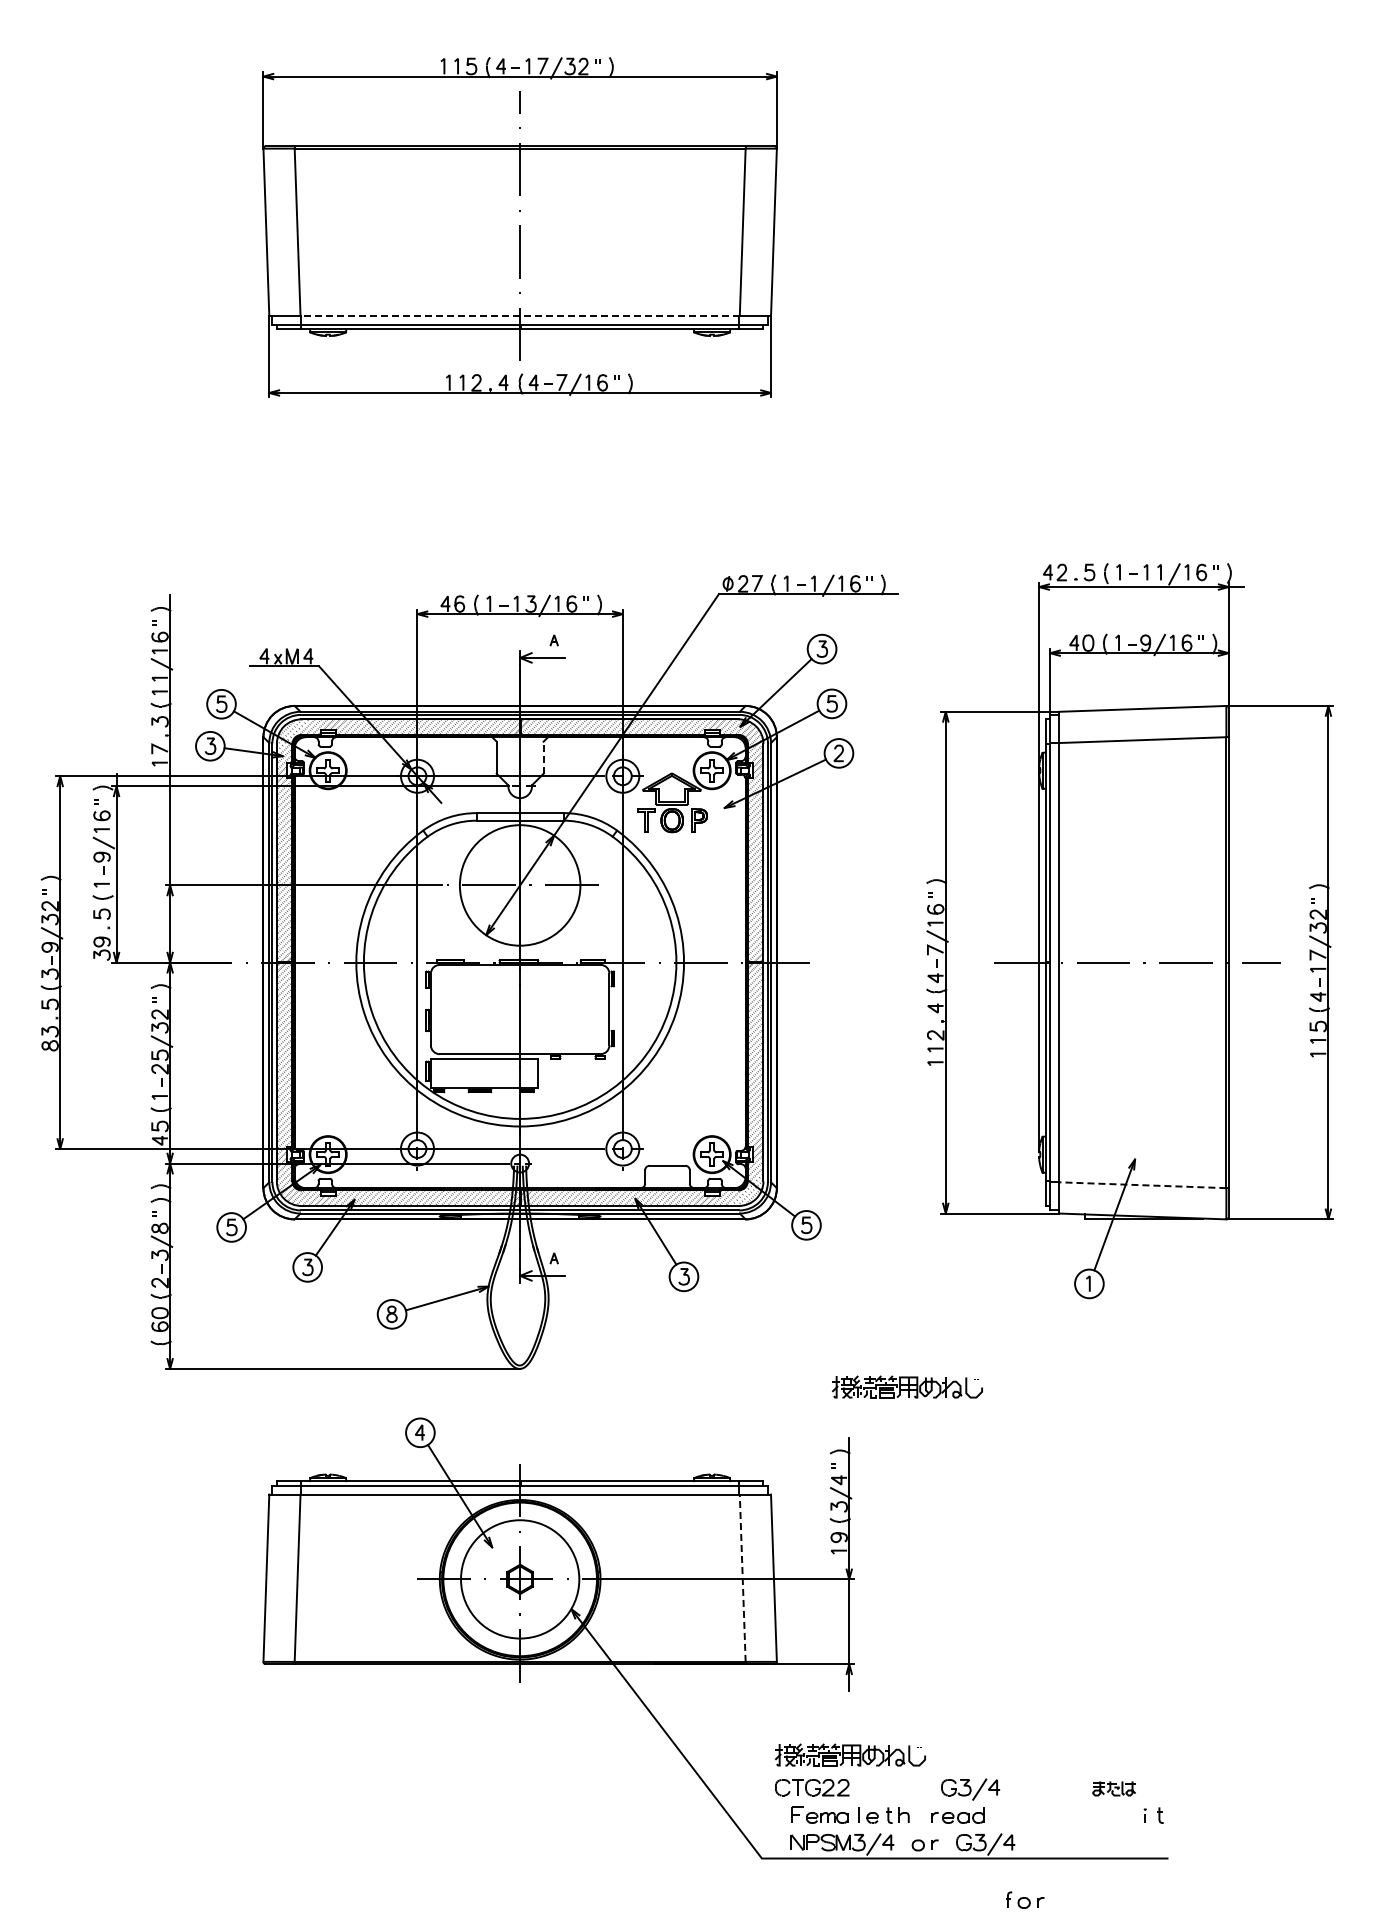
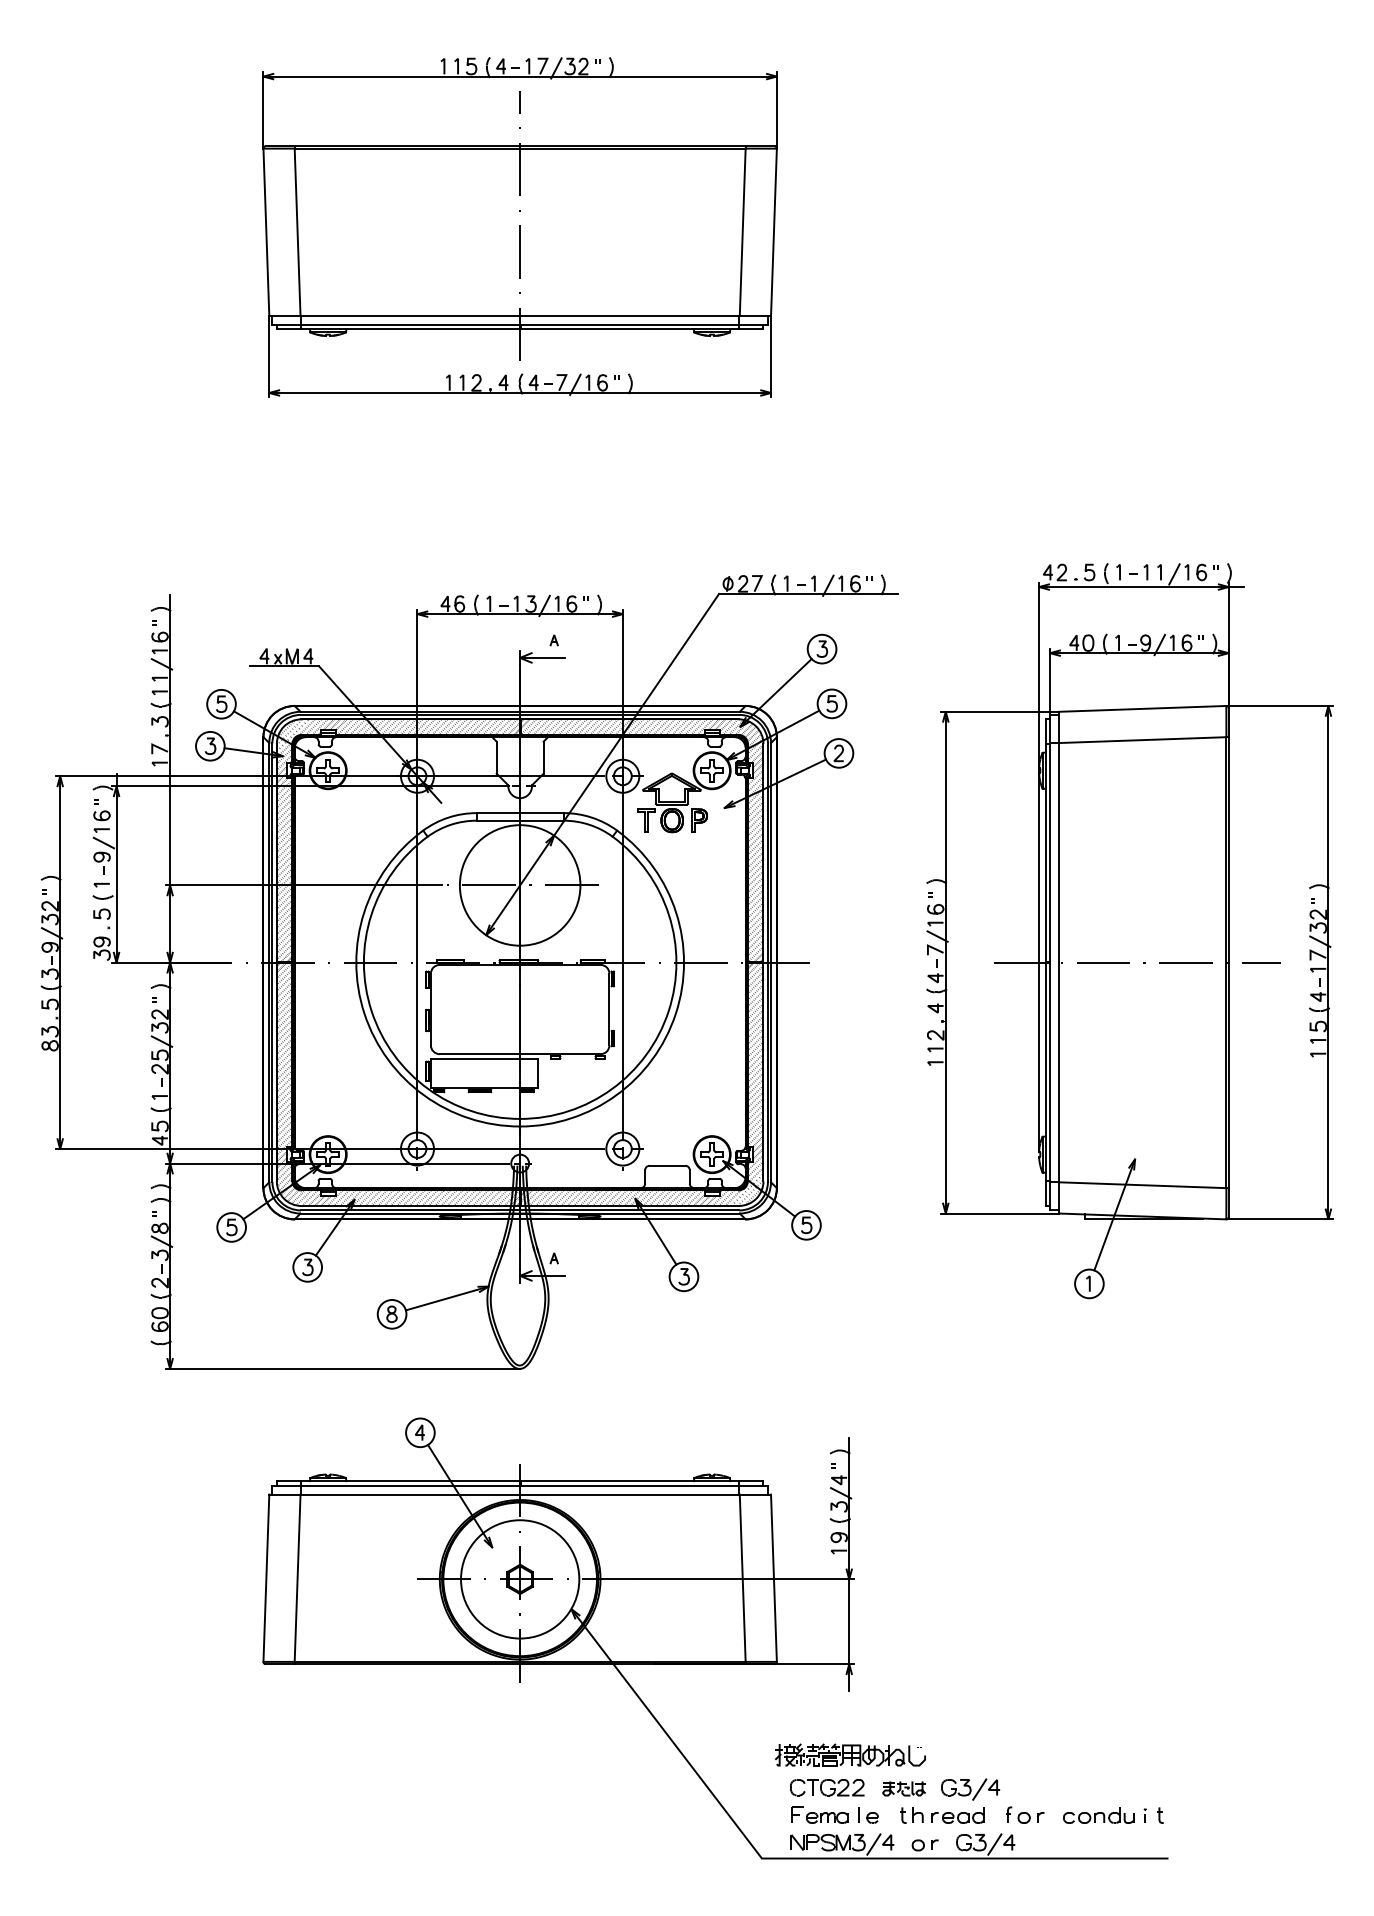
line at (520, 315): dashed -> solid
line at (543, 757): dashed -> solid
line at (1142, 1185): dashed -> solid
part at (907, 1386): present -> none
line at (742, 1578): dashed -> solid
part at (812, 1787) position: (812, 1787) -> (827, 1787)
part at (1113, 1788) position: (1113, 1788) -> (903, 1788)
part at (897, 1815) position: (897, 1815) -> (911, 1815)
part at (1098, 1815): none -> present
part at (1025, 1899) position: (1025, 1899) -> (1025, 1814)
